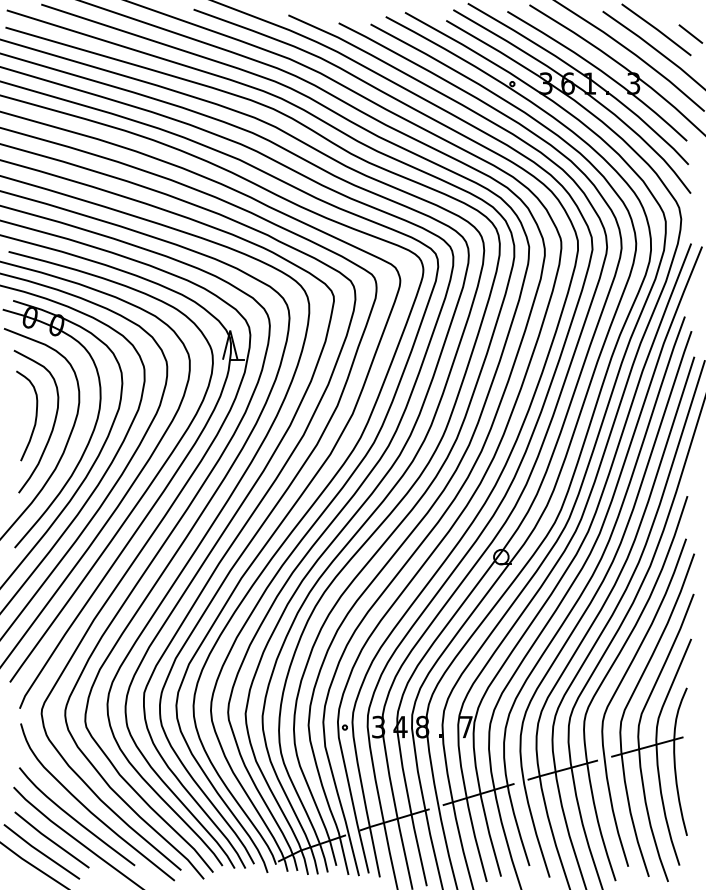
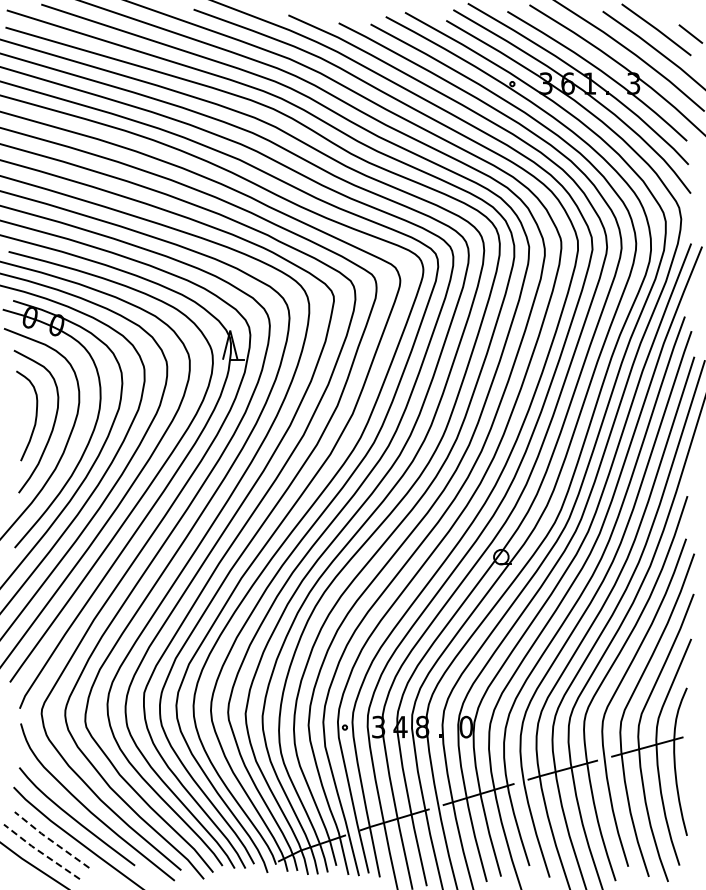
text at (465, 726): 7 -> 0
line at (50, 840): solid -> dashed
line at (40, 852): solid -> dashed
